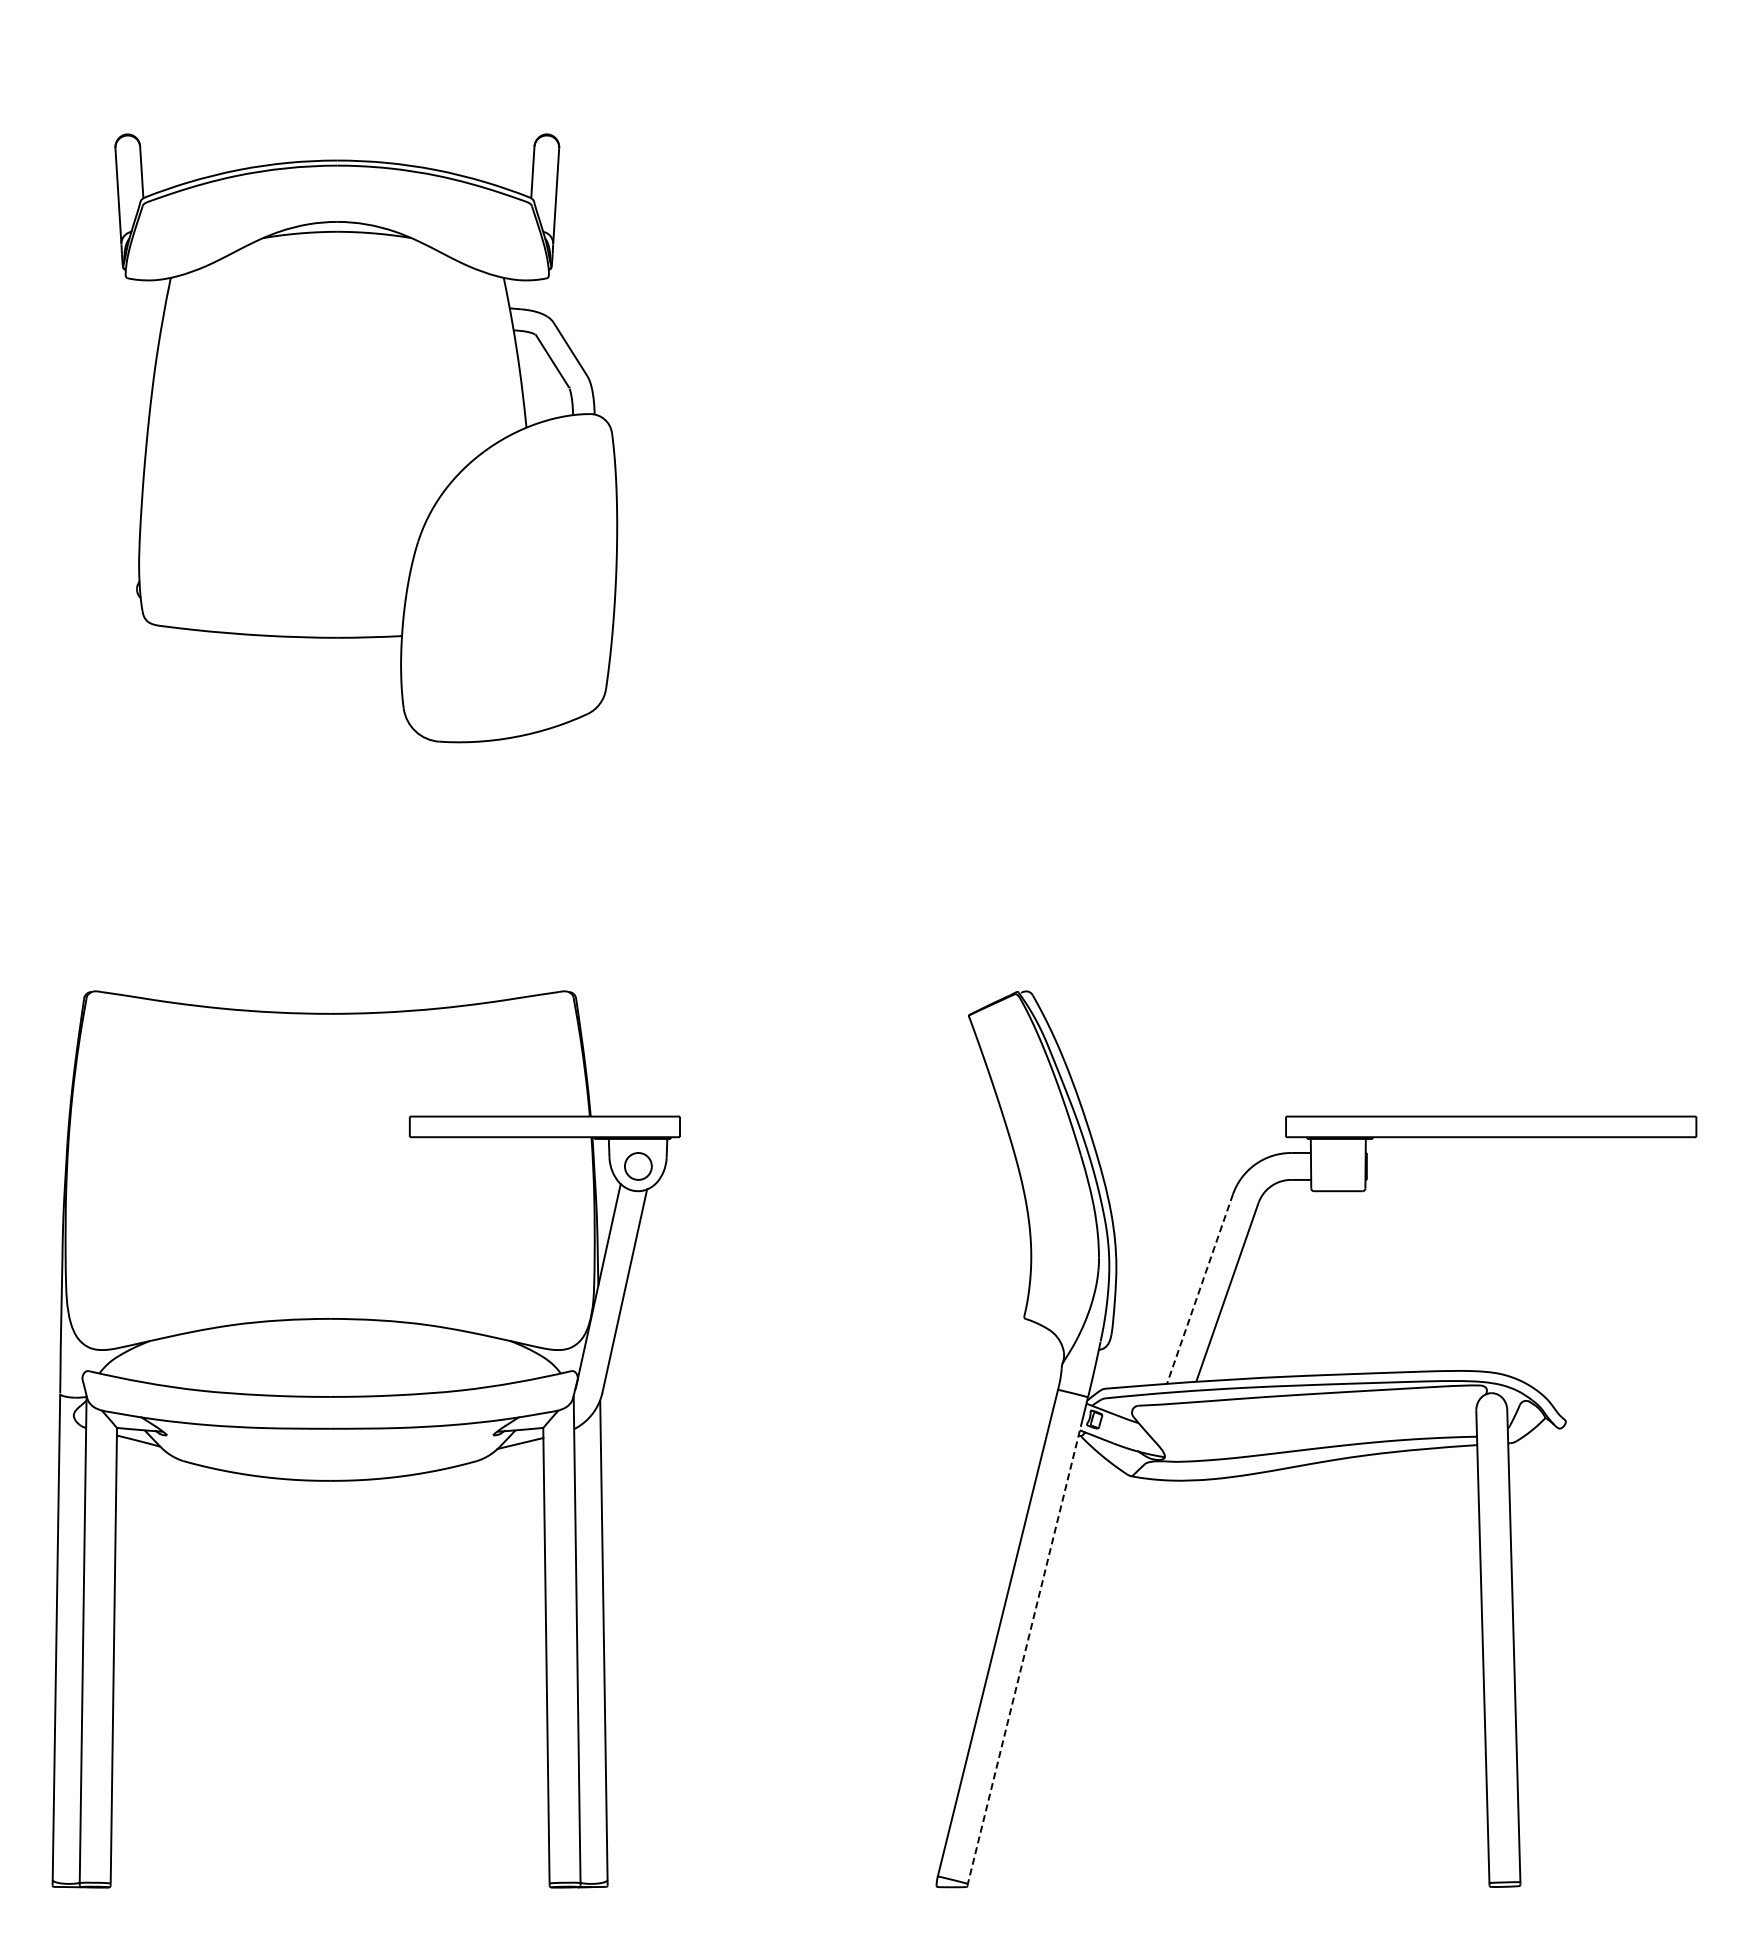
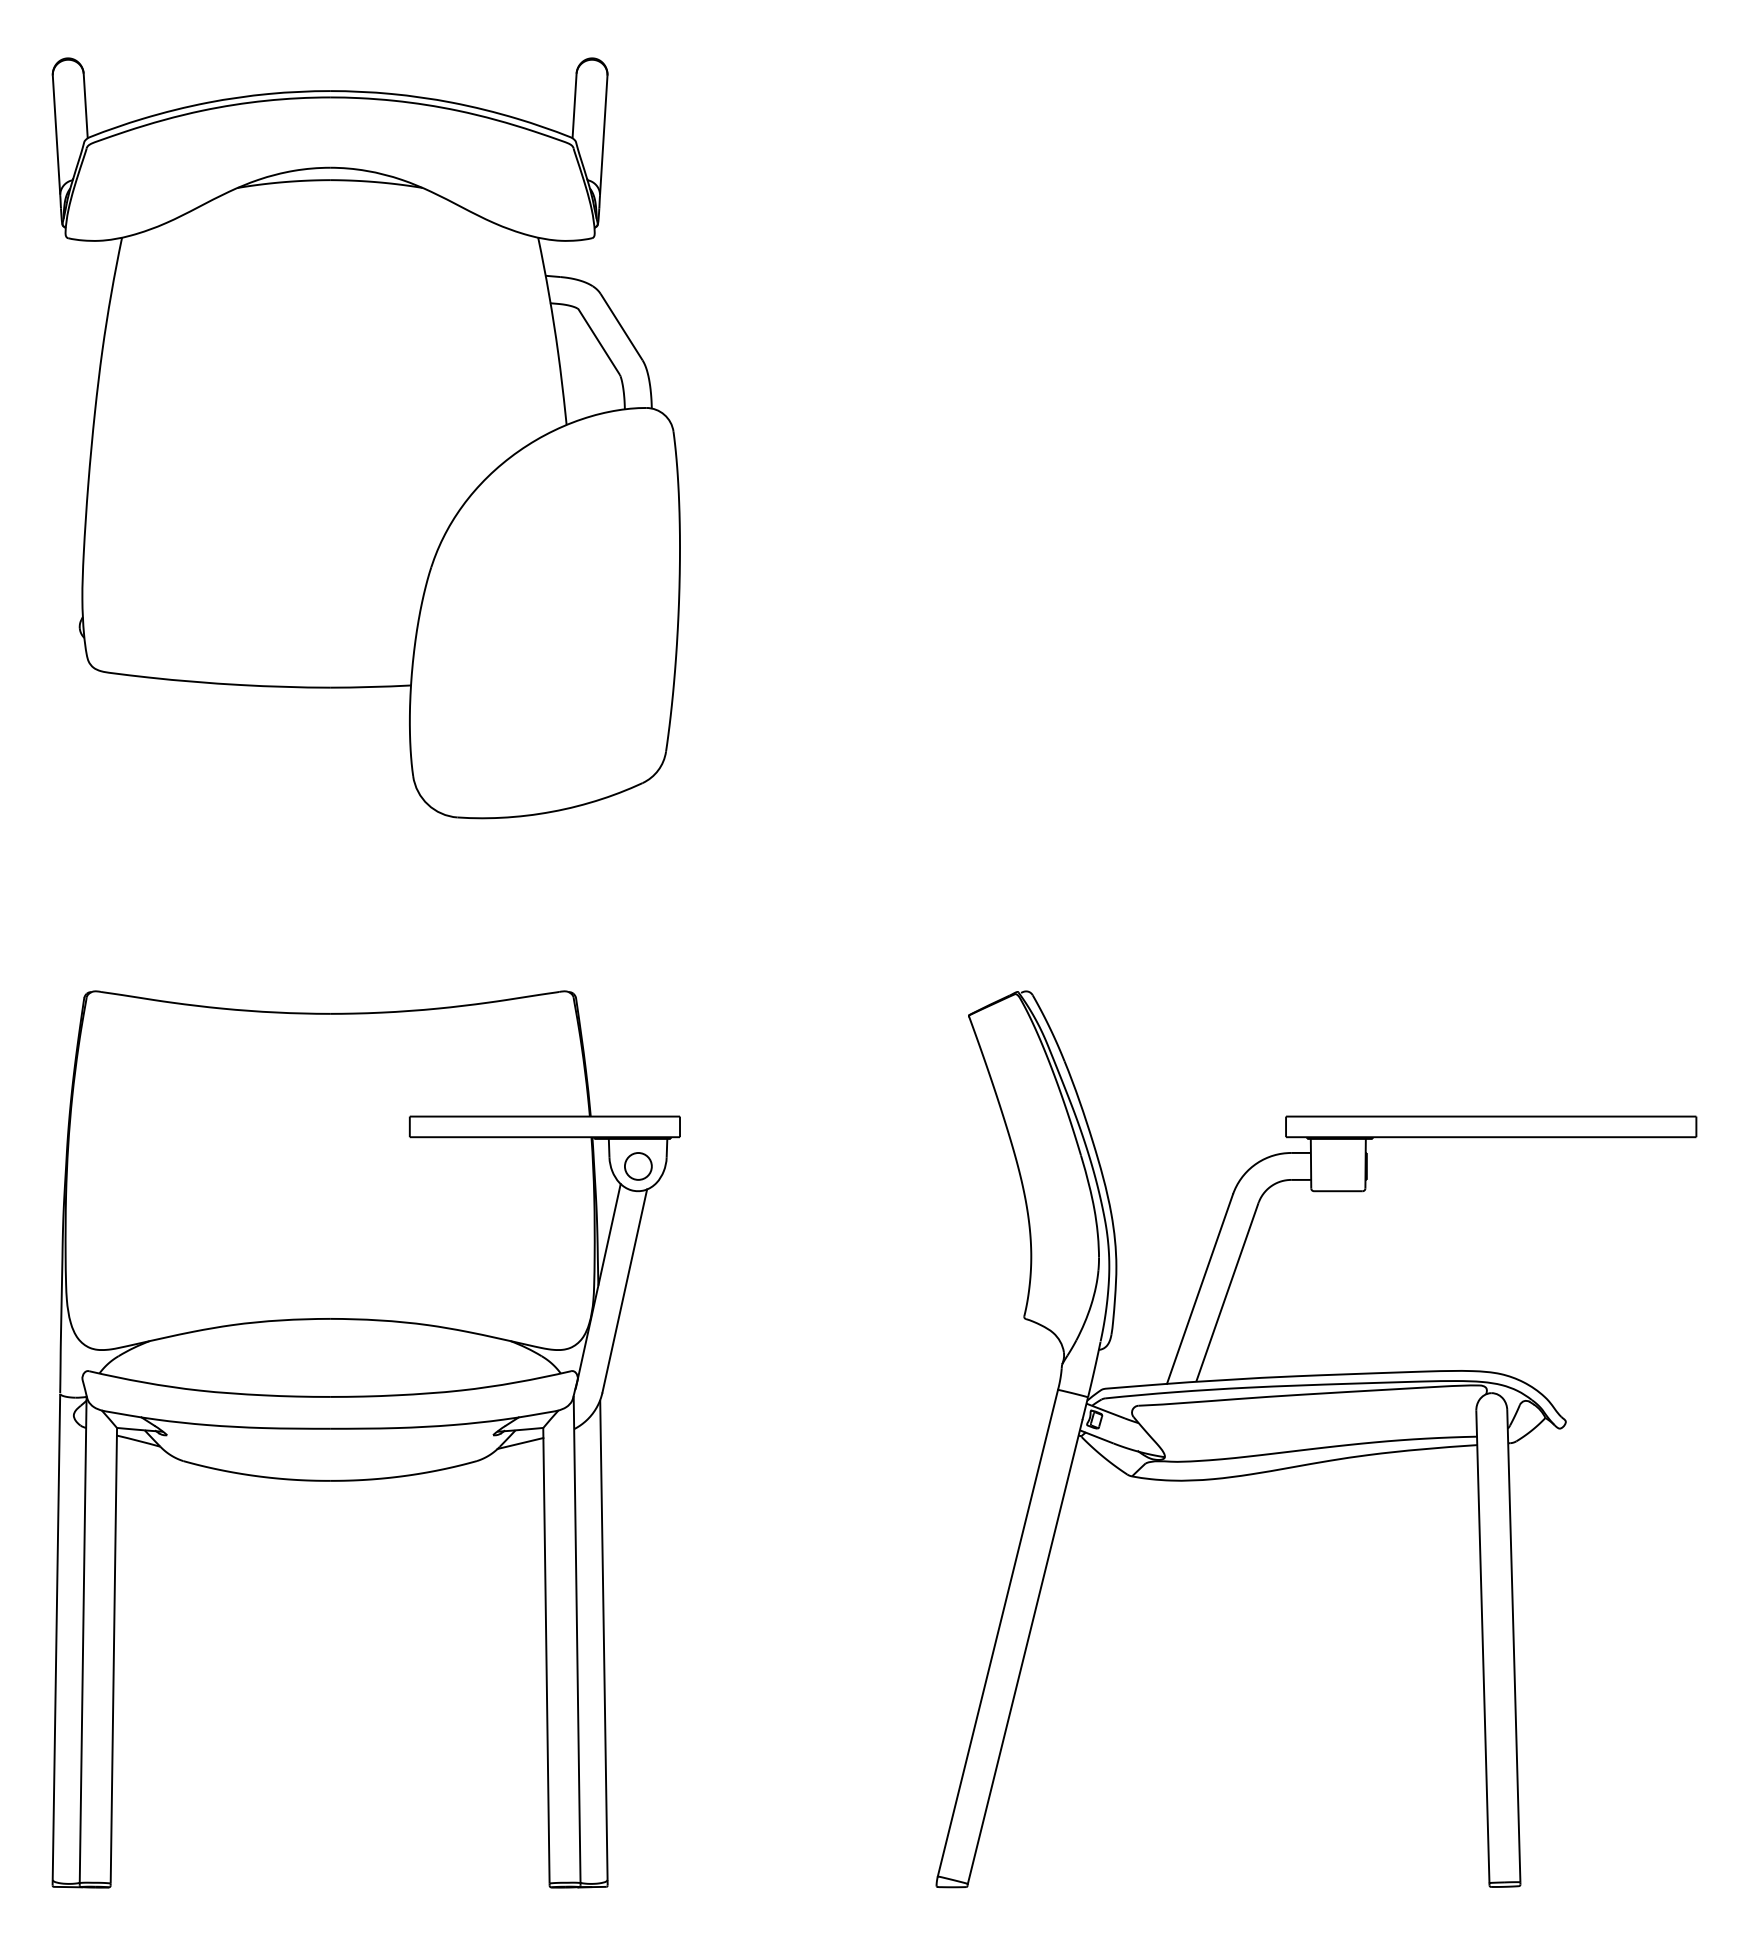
part at (366, 438) size: 505x611 px -> 630x763 px
line at (1199, 1289): dashed -> solid
line at (1025, 1651): dashed -> solid
